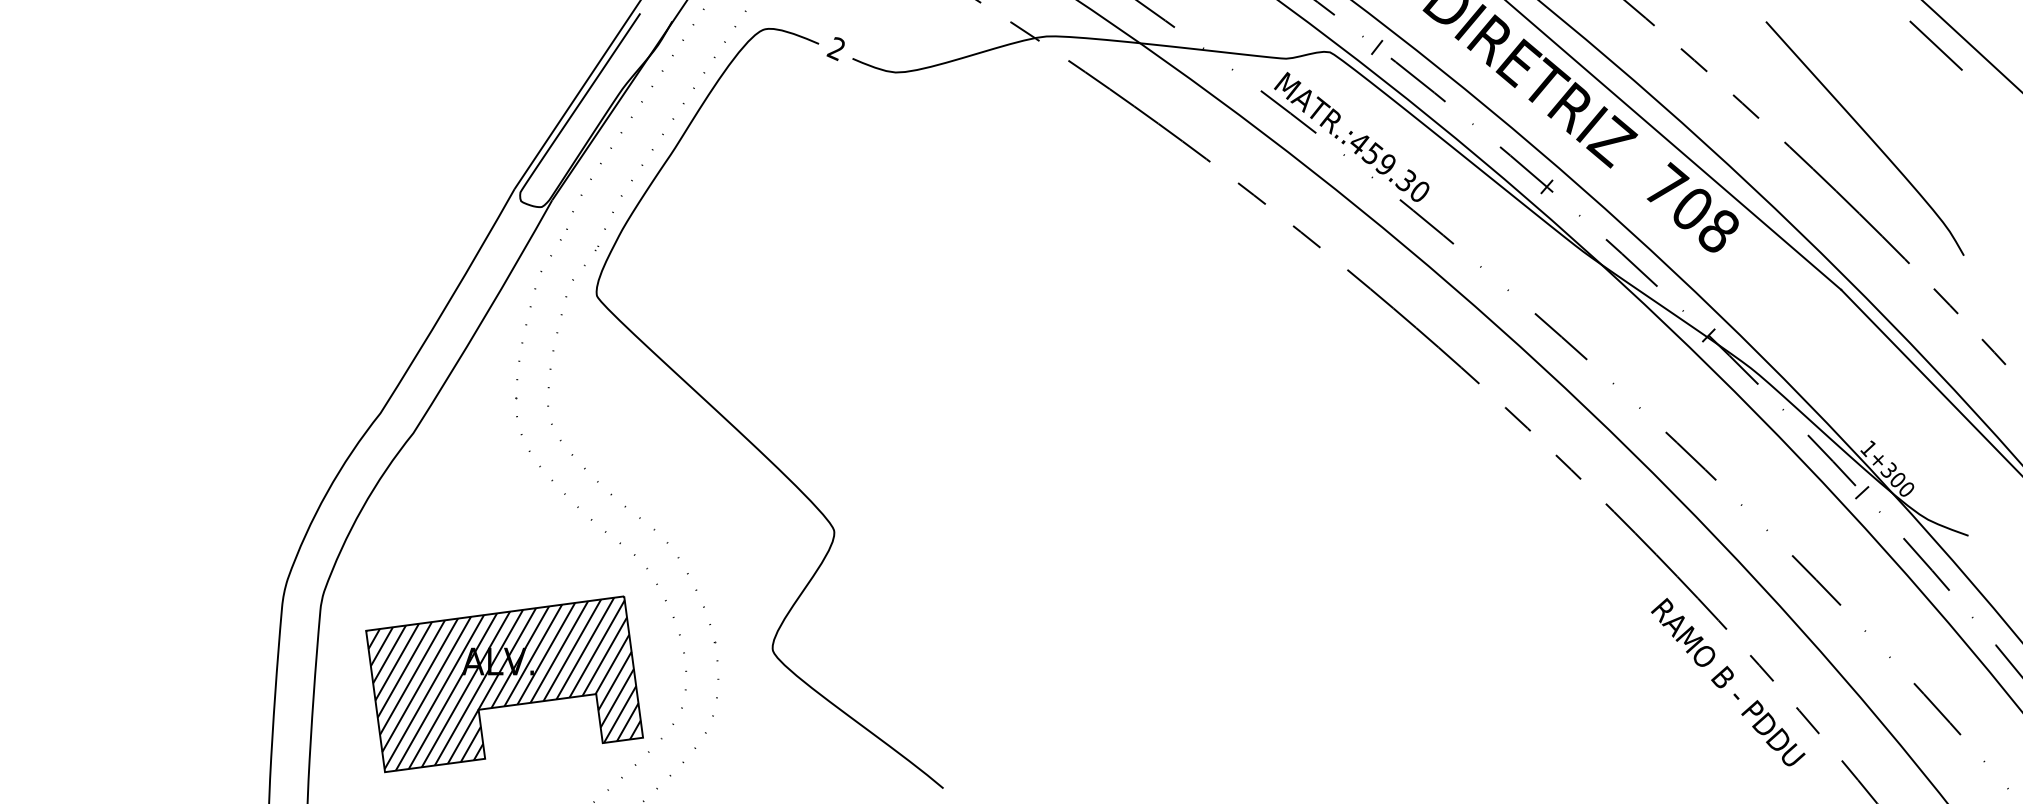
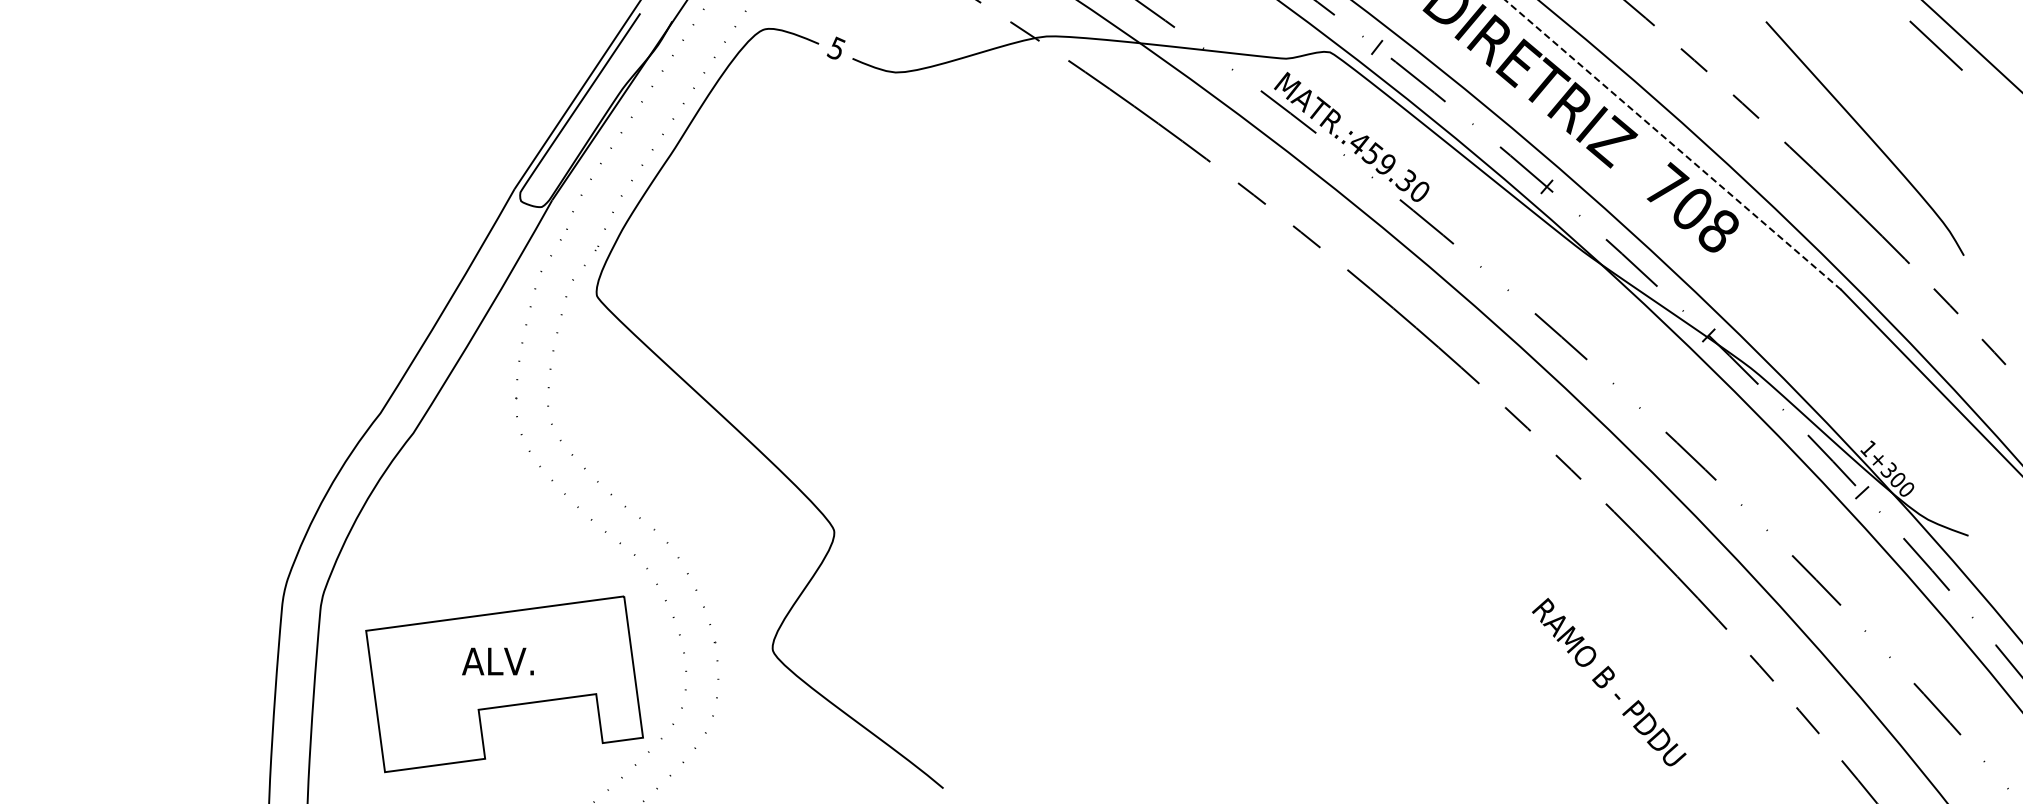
text at (835, 48): 2 -> 5
line at (1673, 144): solid -> dashed
text at (1728, 682) position: (1728, 682) -> (1609, 682)
hatch at (504, 683): present -> none
